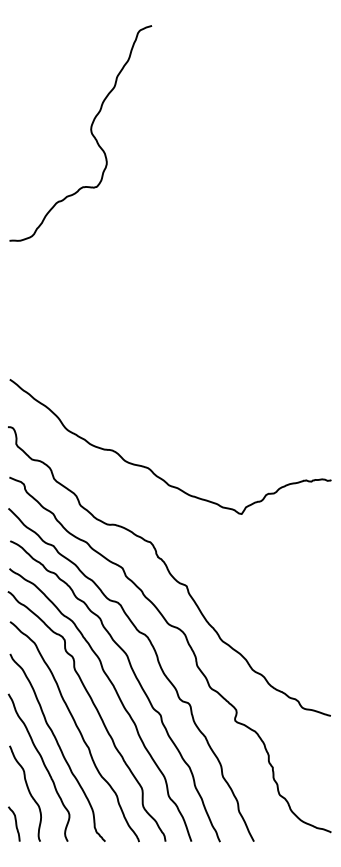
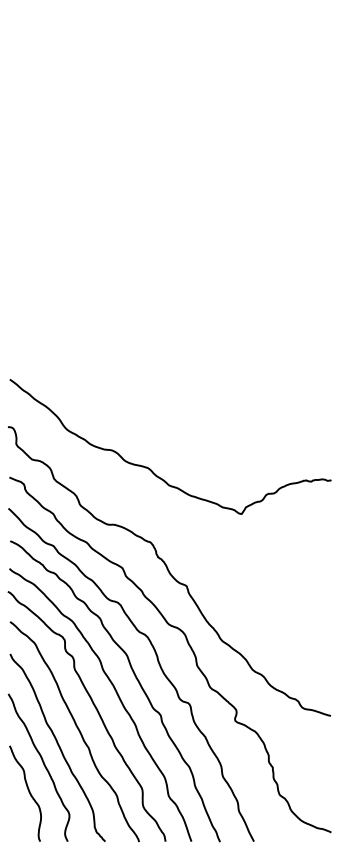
curve at (90, 132): present -> none
curve at (15, 823): present -> none
